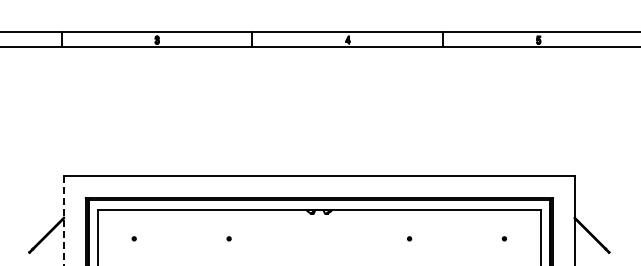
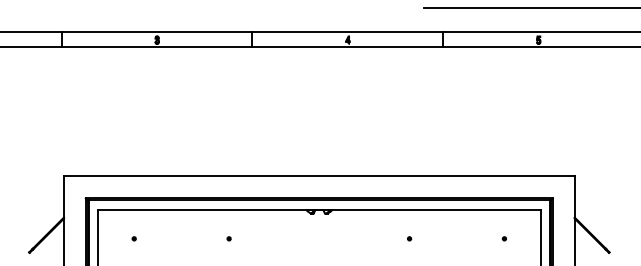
line at (530, 8): none -> present
line at (63, 221): dashed -> solid
